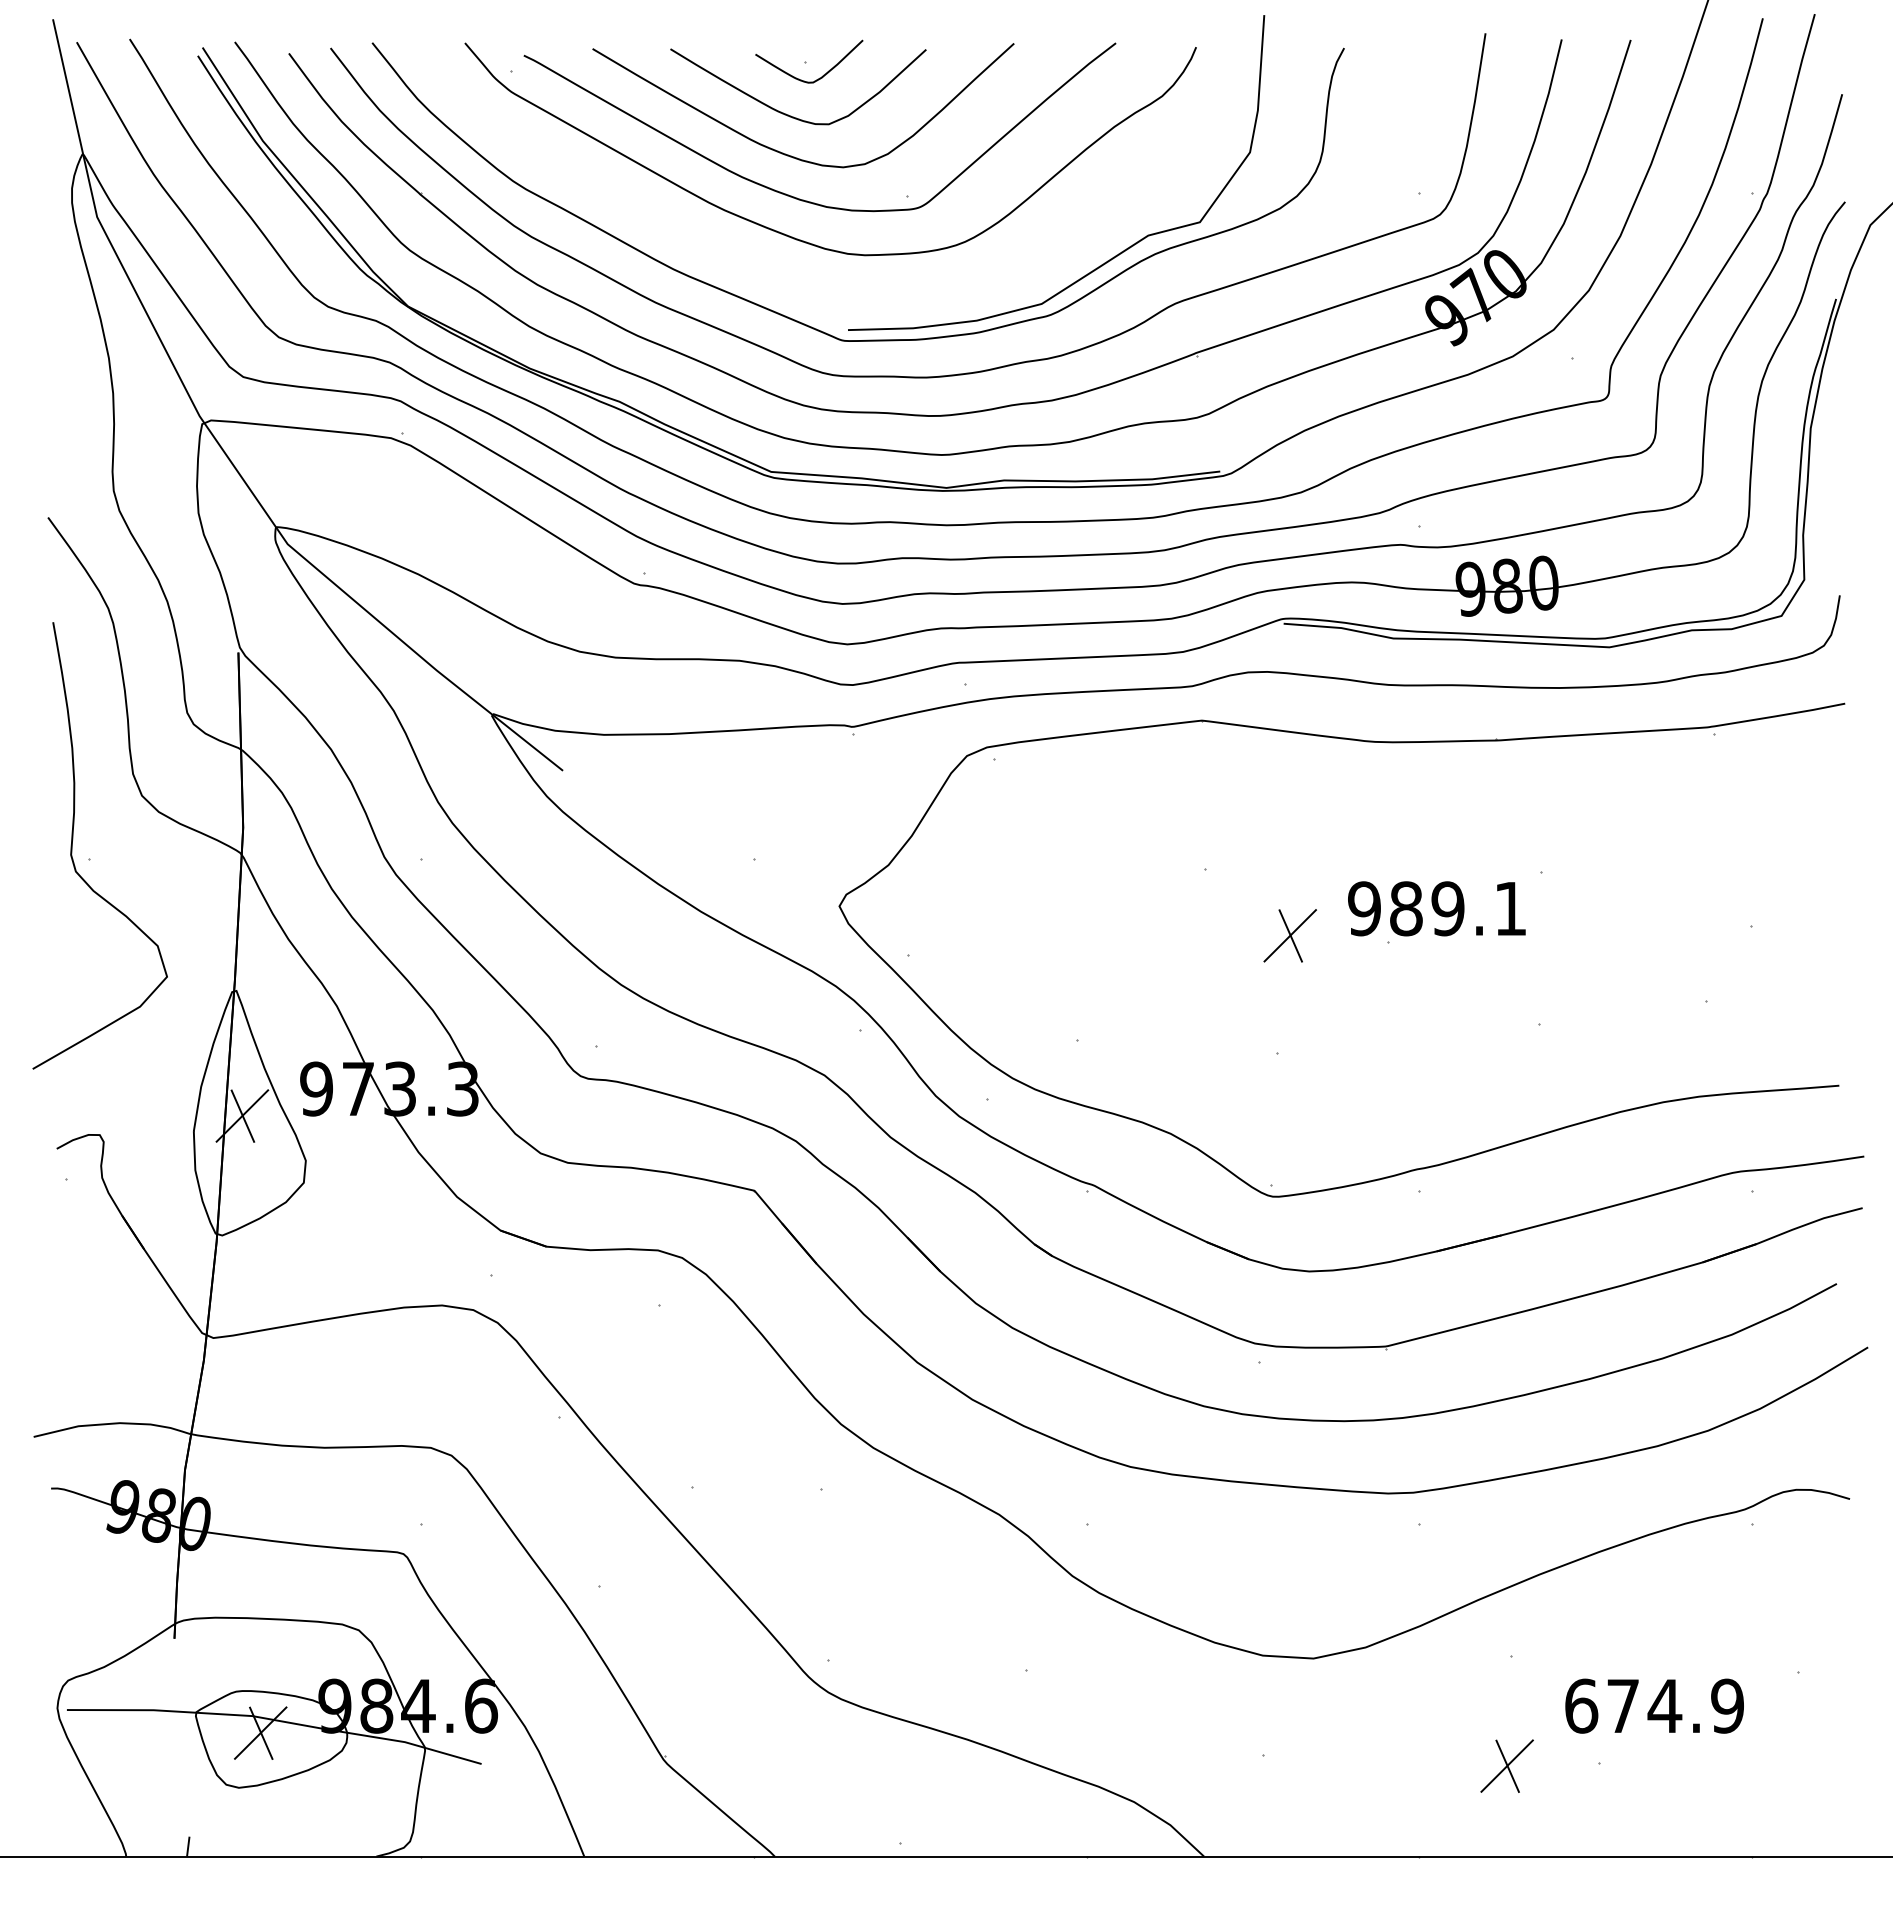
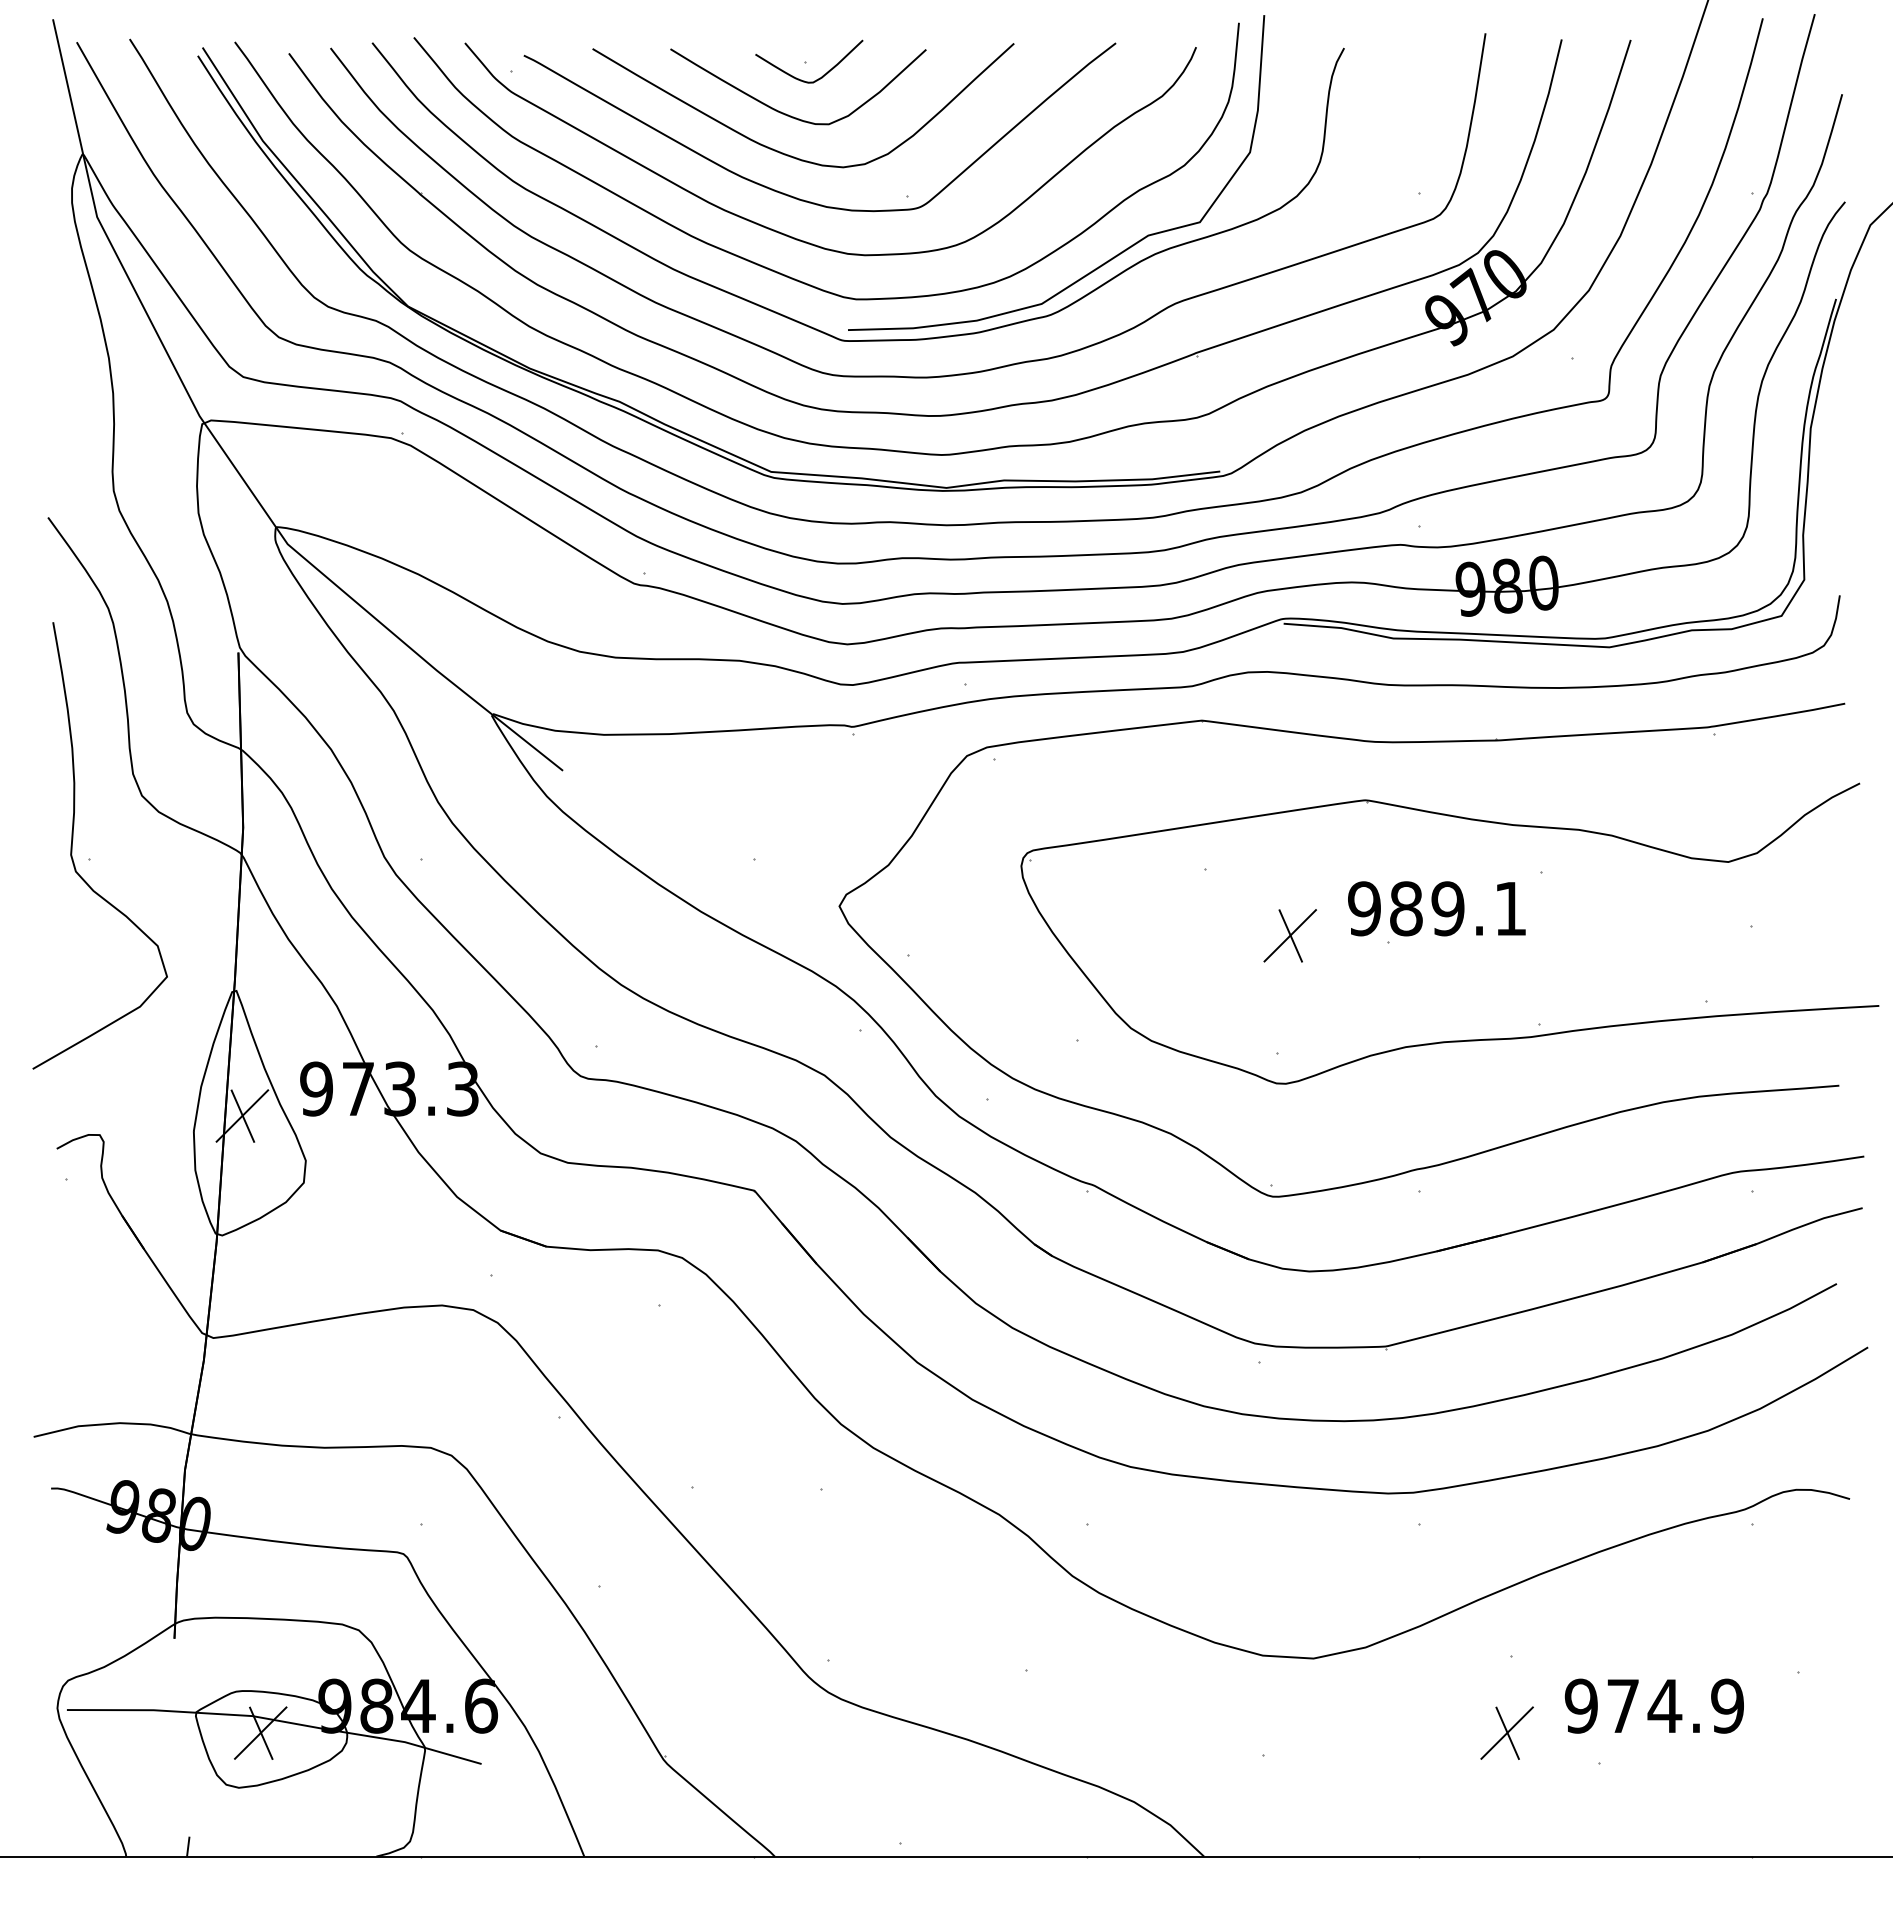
curve at (780, 272): none -> present
part at (1450, 1040): none -> present
text at (1581, 1705): 674.9 -> 974.9
part at (1506, 1765) position: (1506, 1765) -> (1506, 1732)
